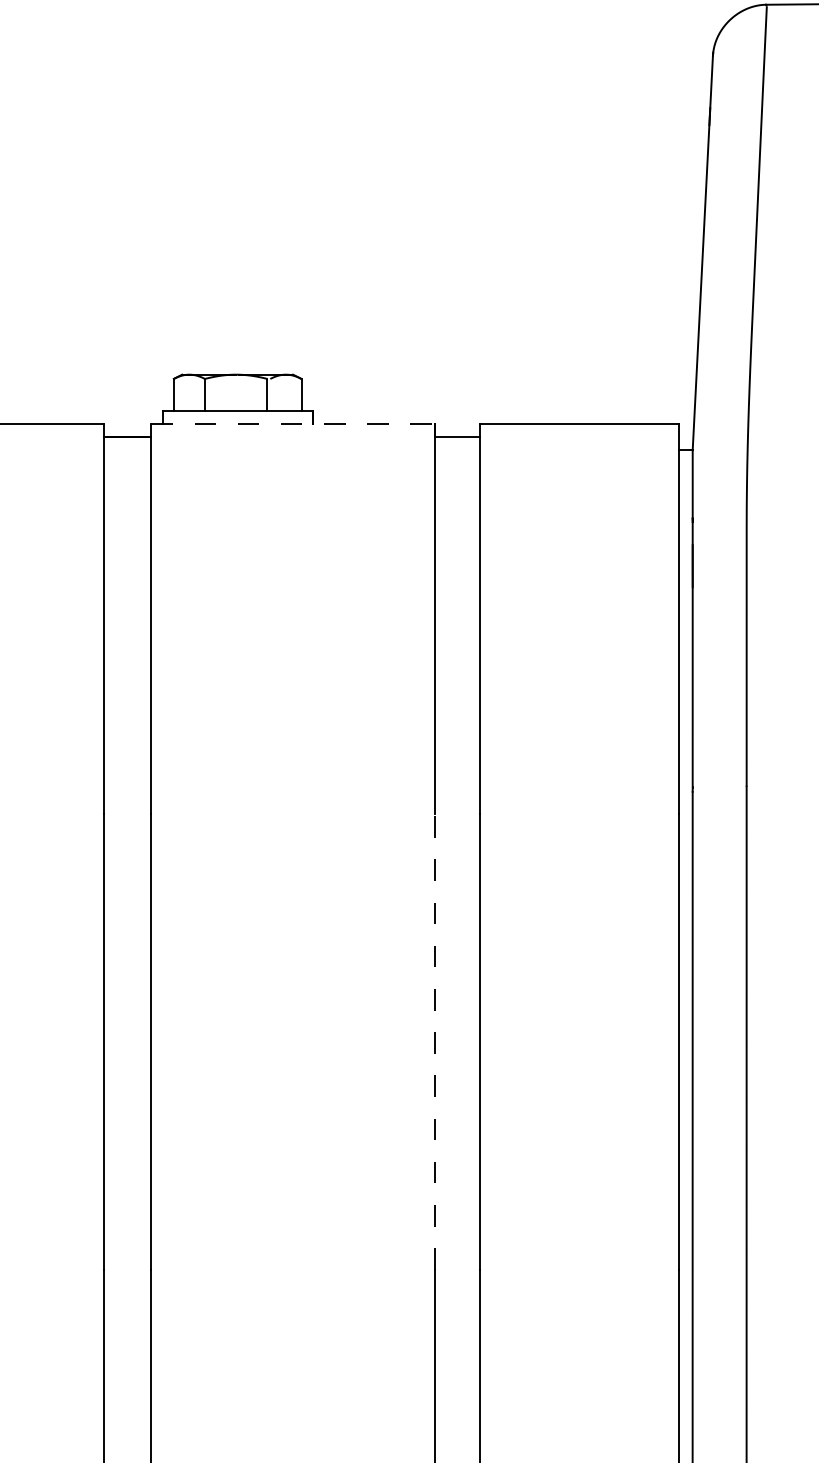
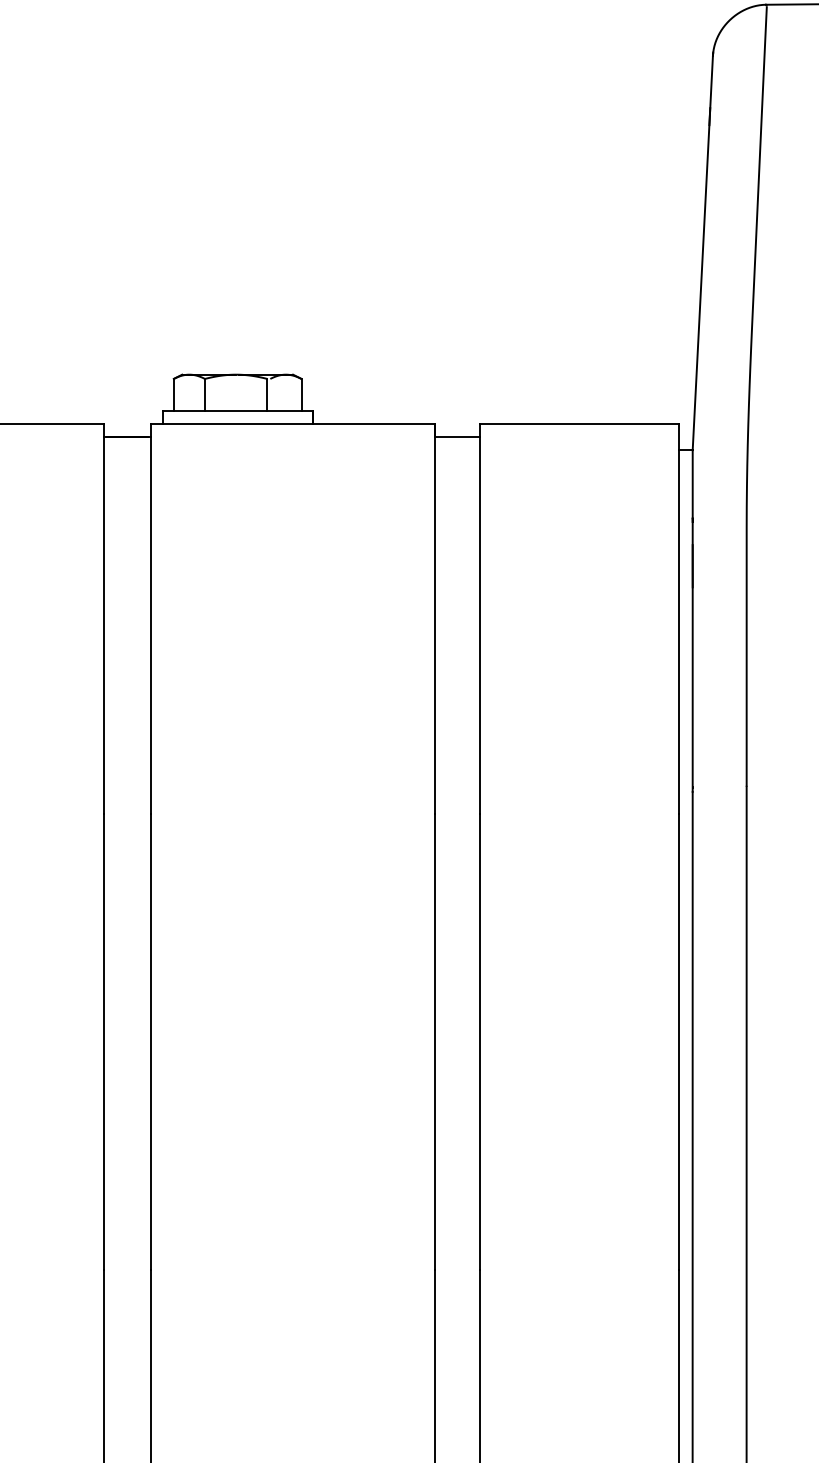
line at (293, 424): dashed -> solid
line at (435, 1041): dashed -> solid
